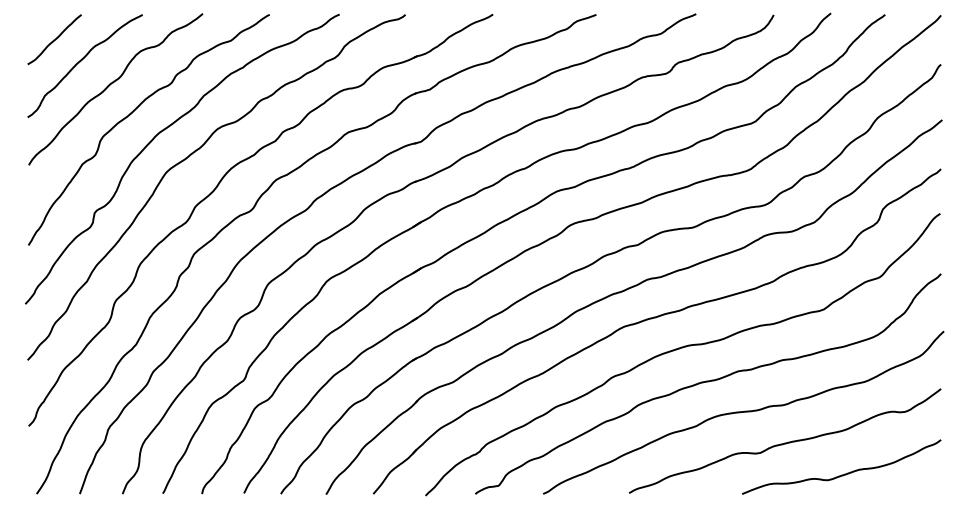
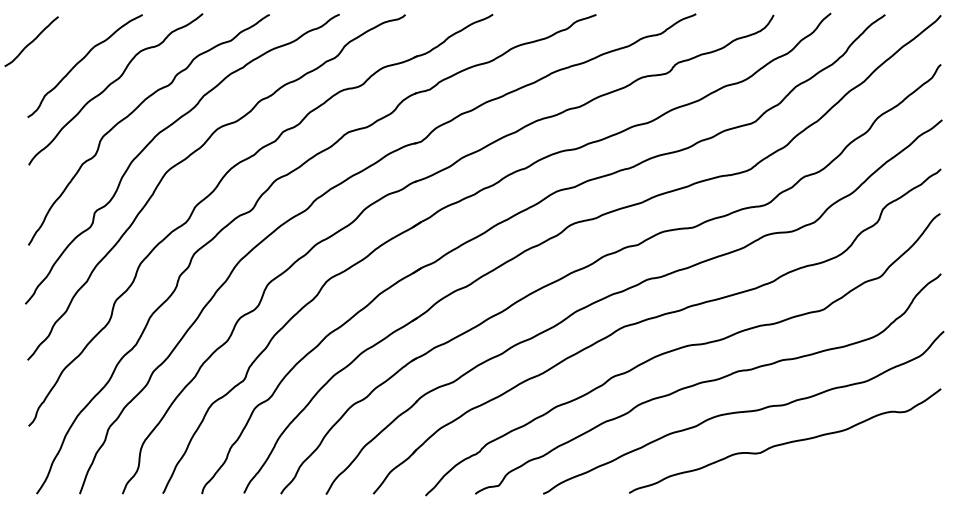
curve at (54, 39) position: (54, 39) -> (31, 41)
curve at (844, 473): present -> none
